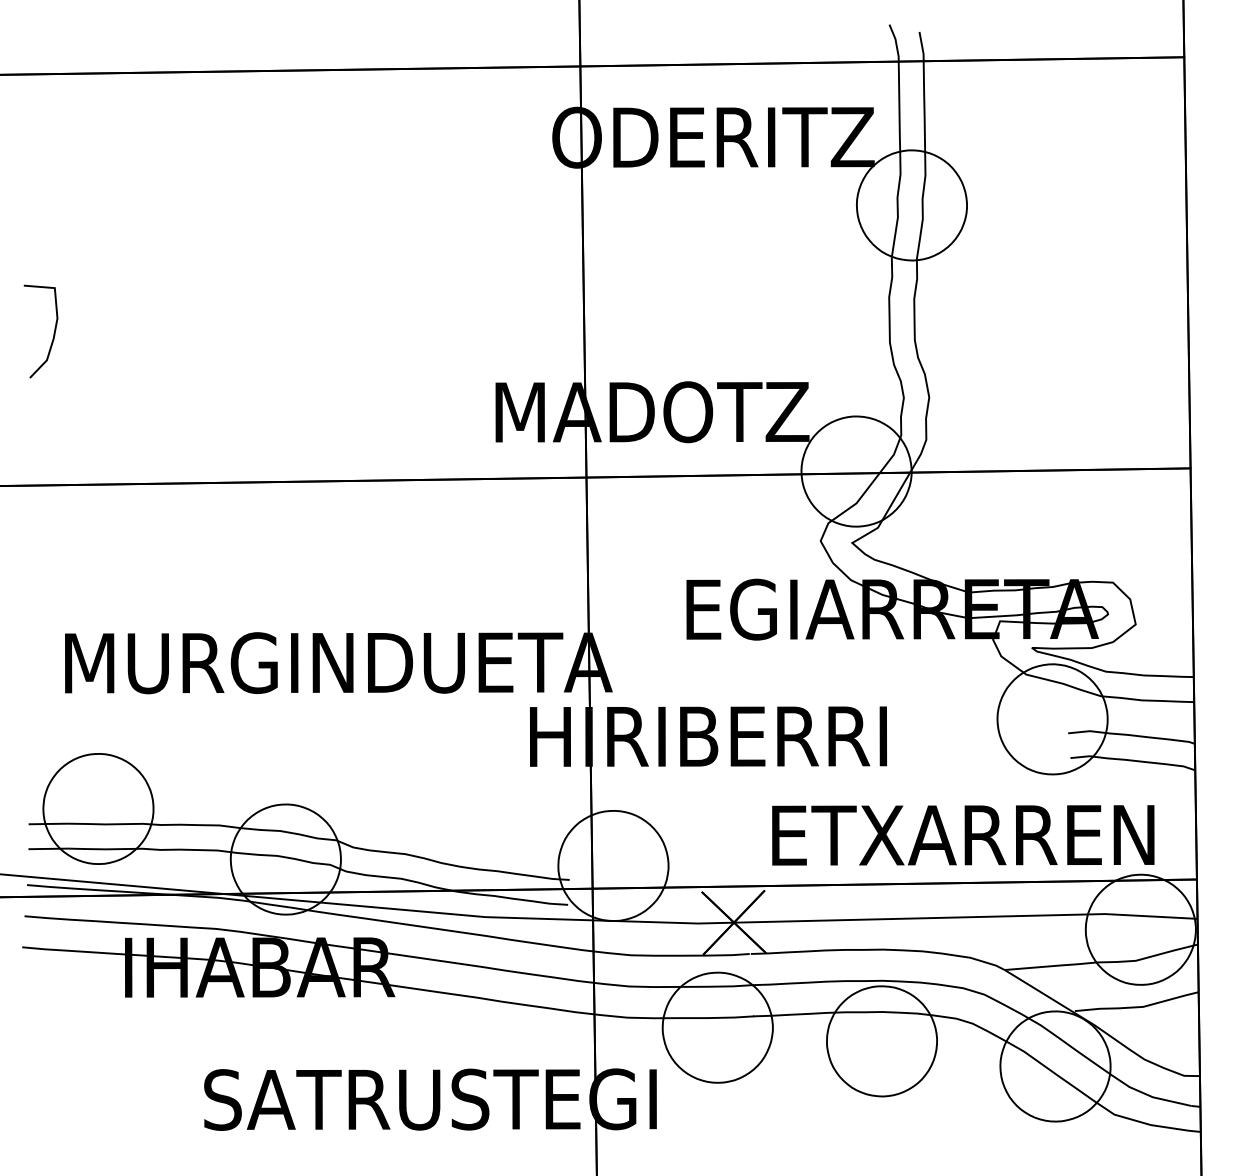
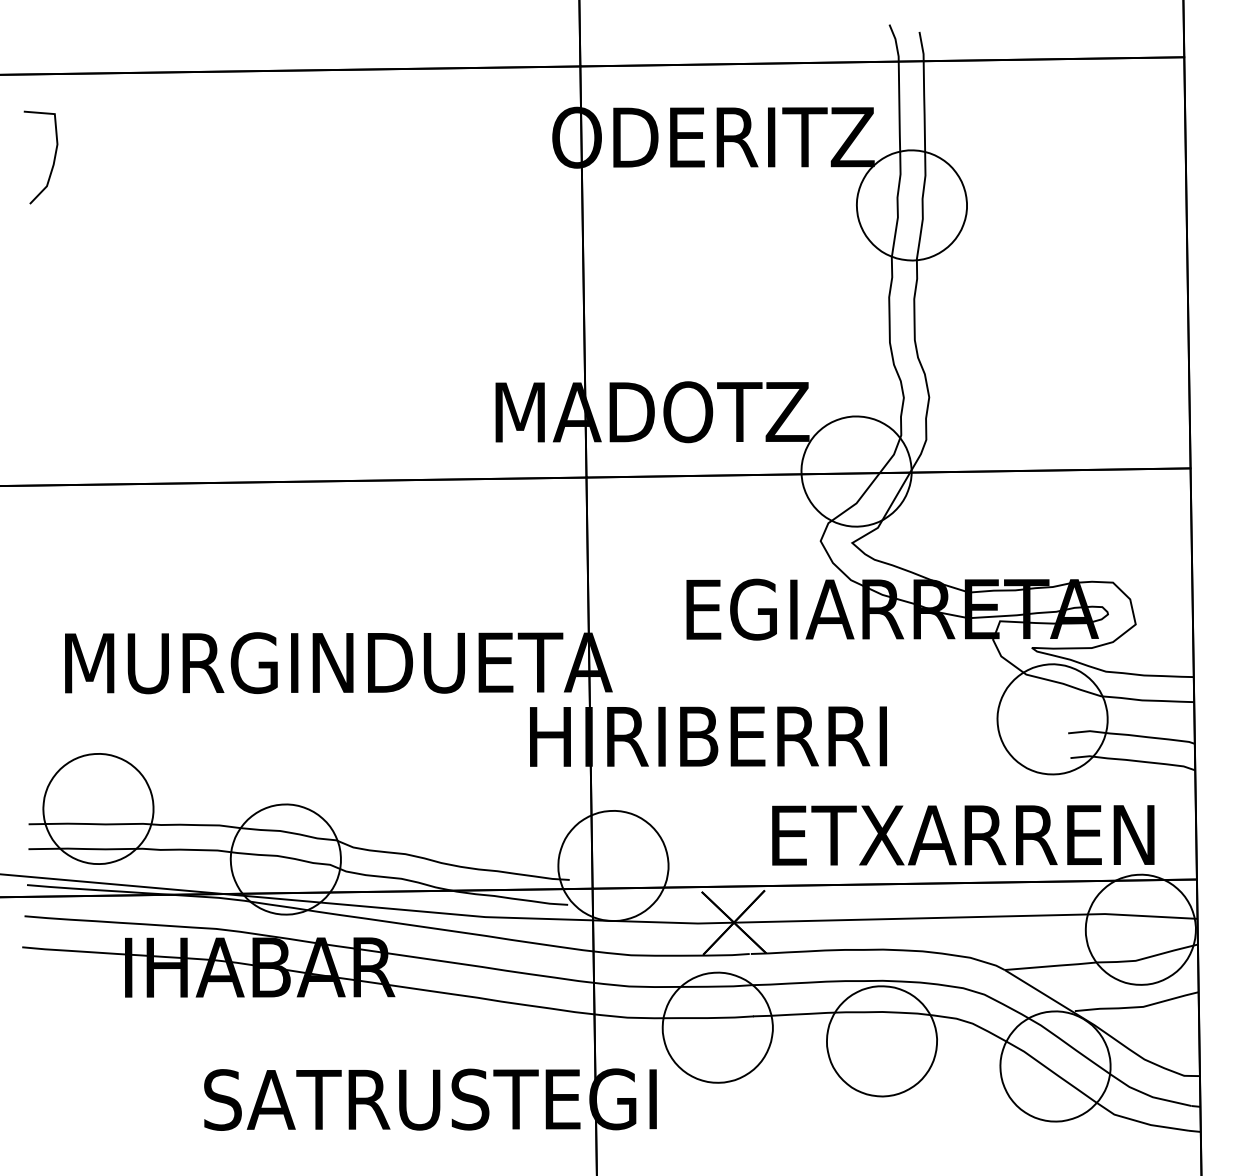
curve at (53, 332) position: (53, 332) -> (53, 158)
